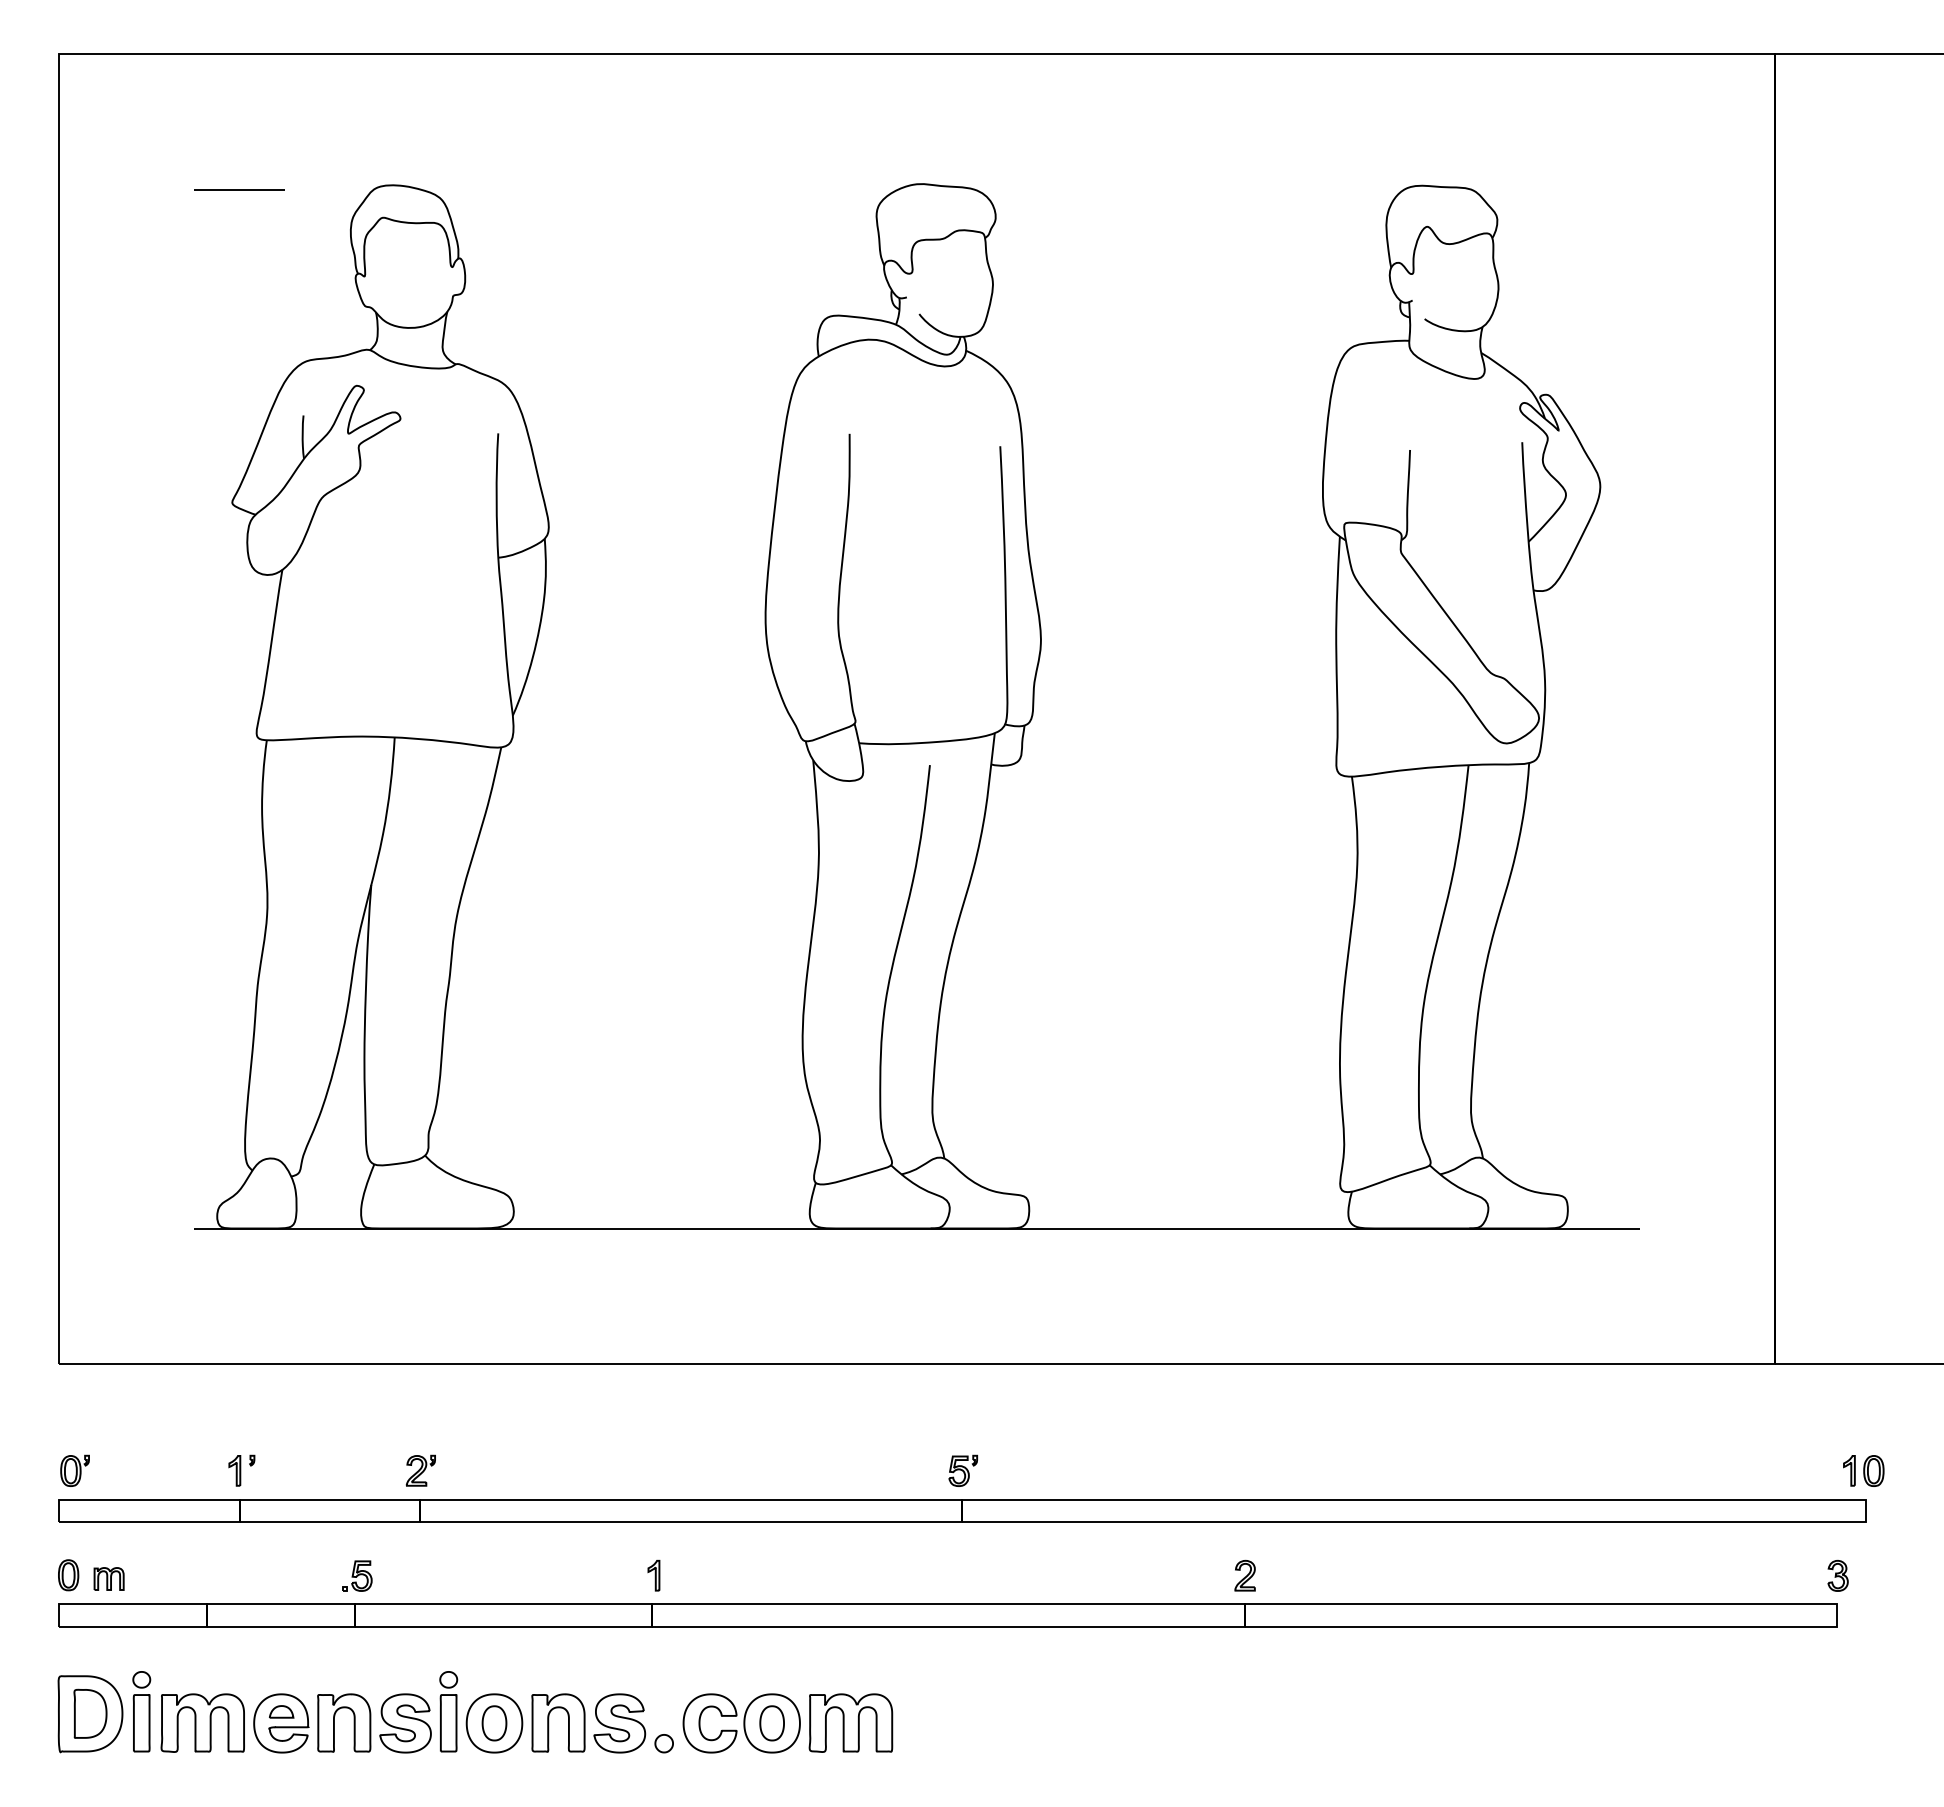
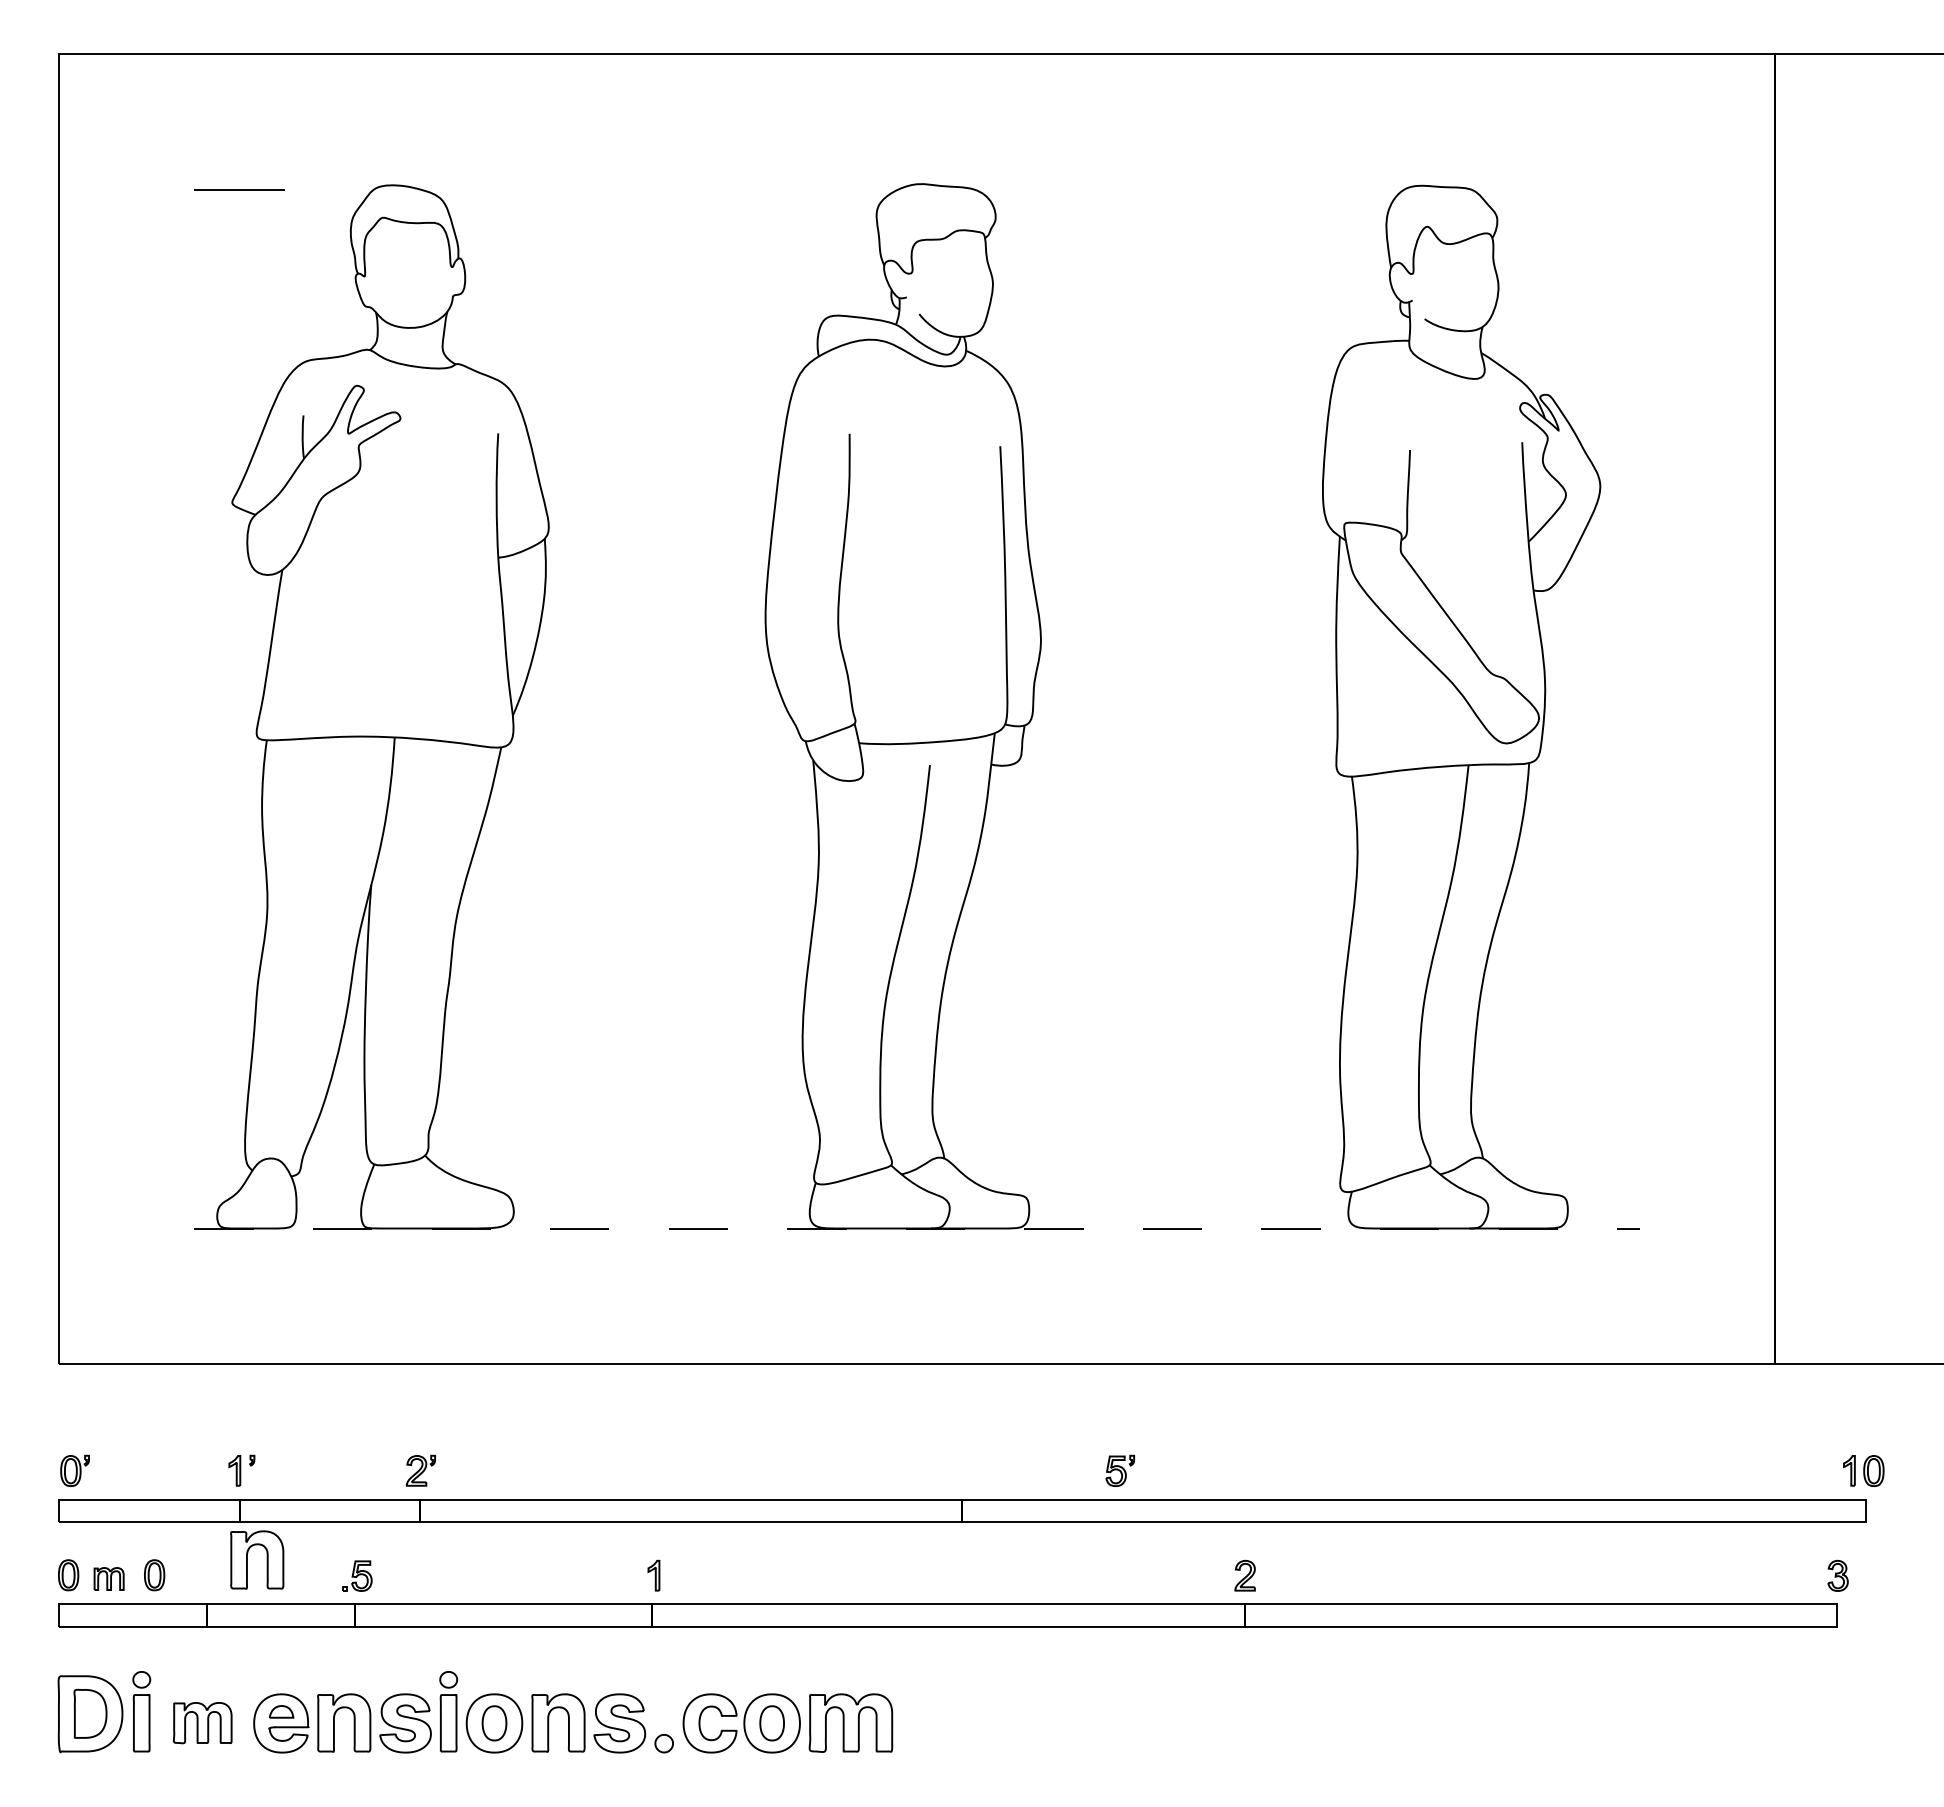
line at (917, 1228): solid -> dashed
part at (963, 1470) position: (963, 1470) -> (1120, 1470)
part at (266, 1559): none -> present
part at (154, 1575): none -> present
part at (202, 1722) size: 85x60 px -> 60x43 px
